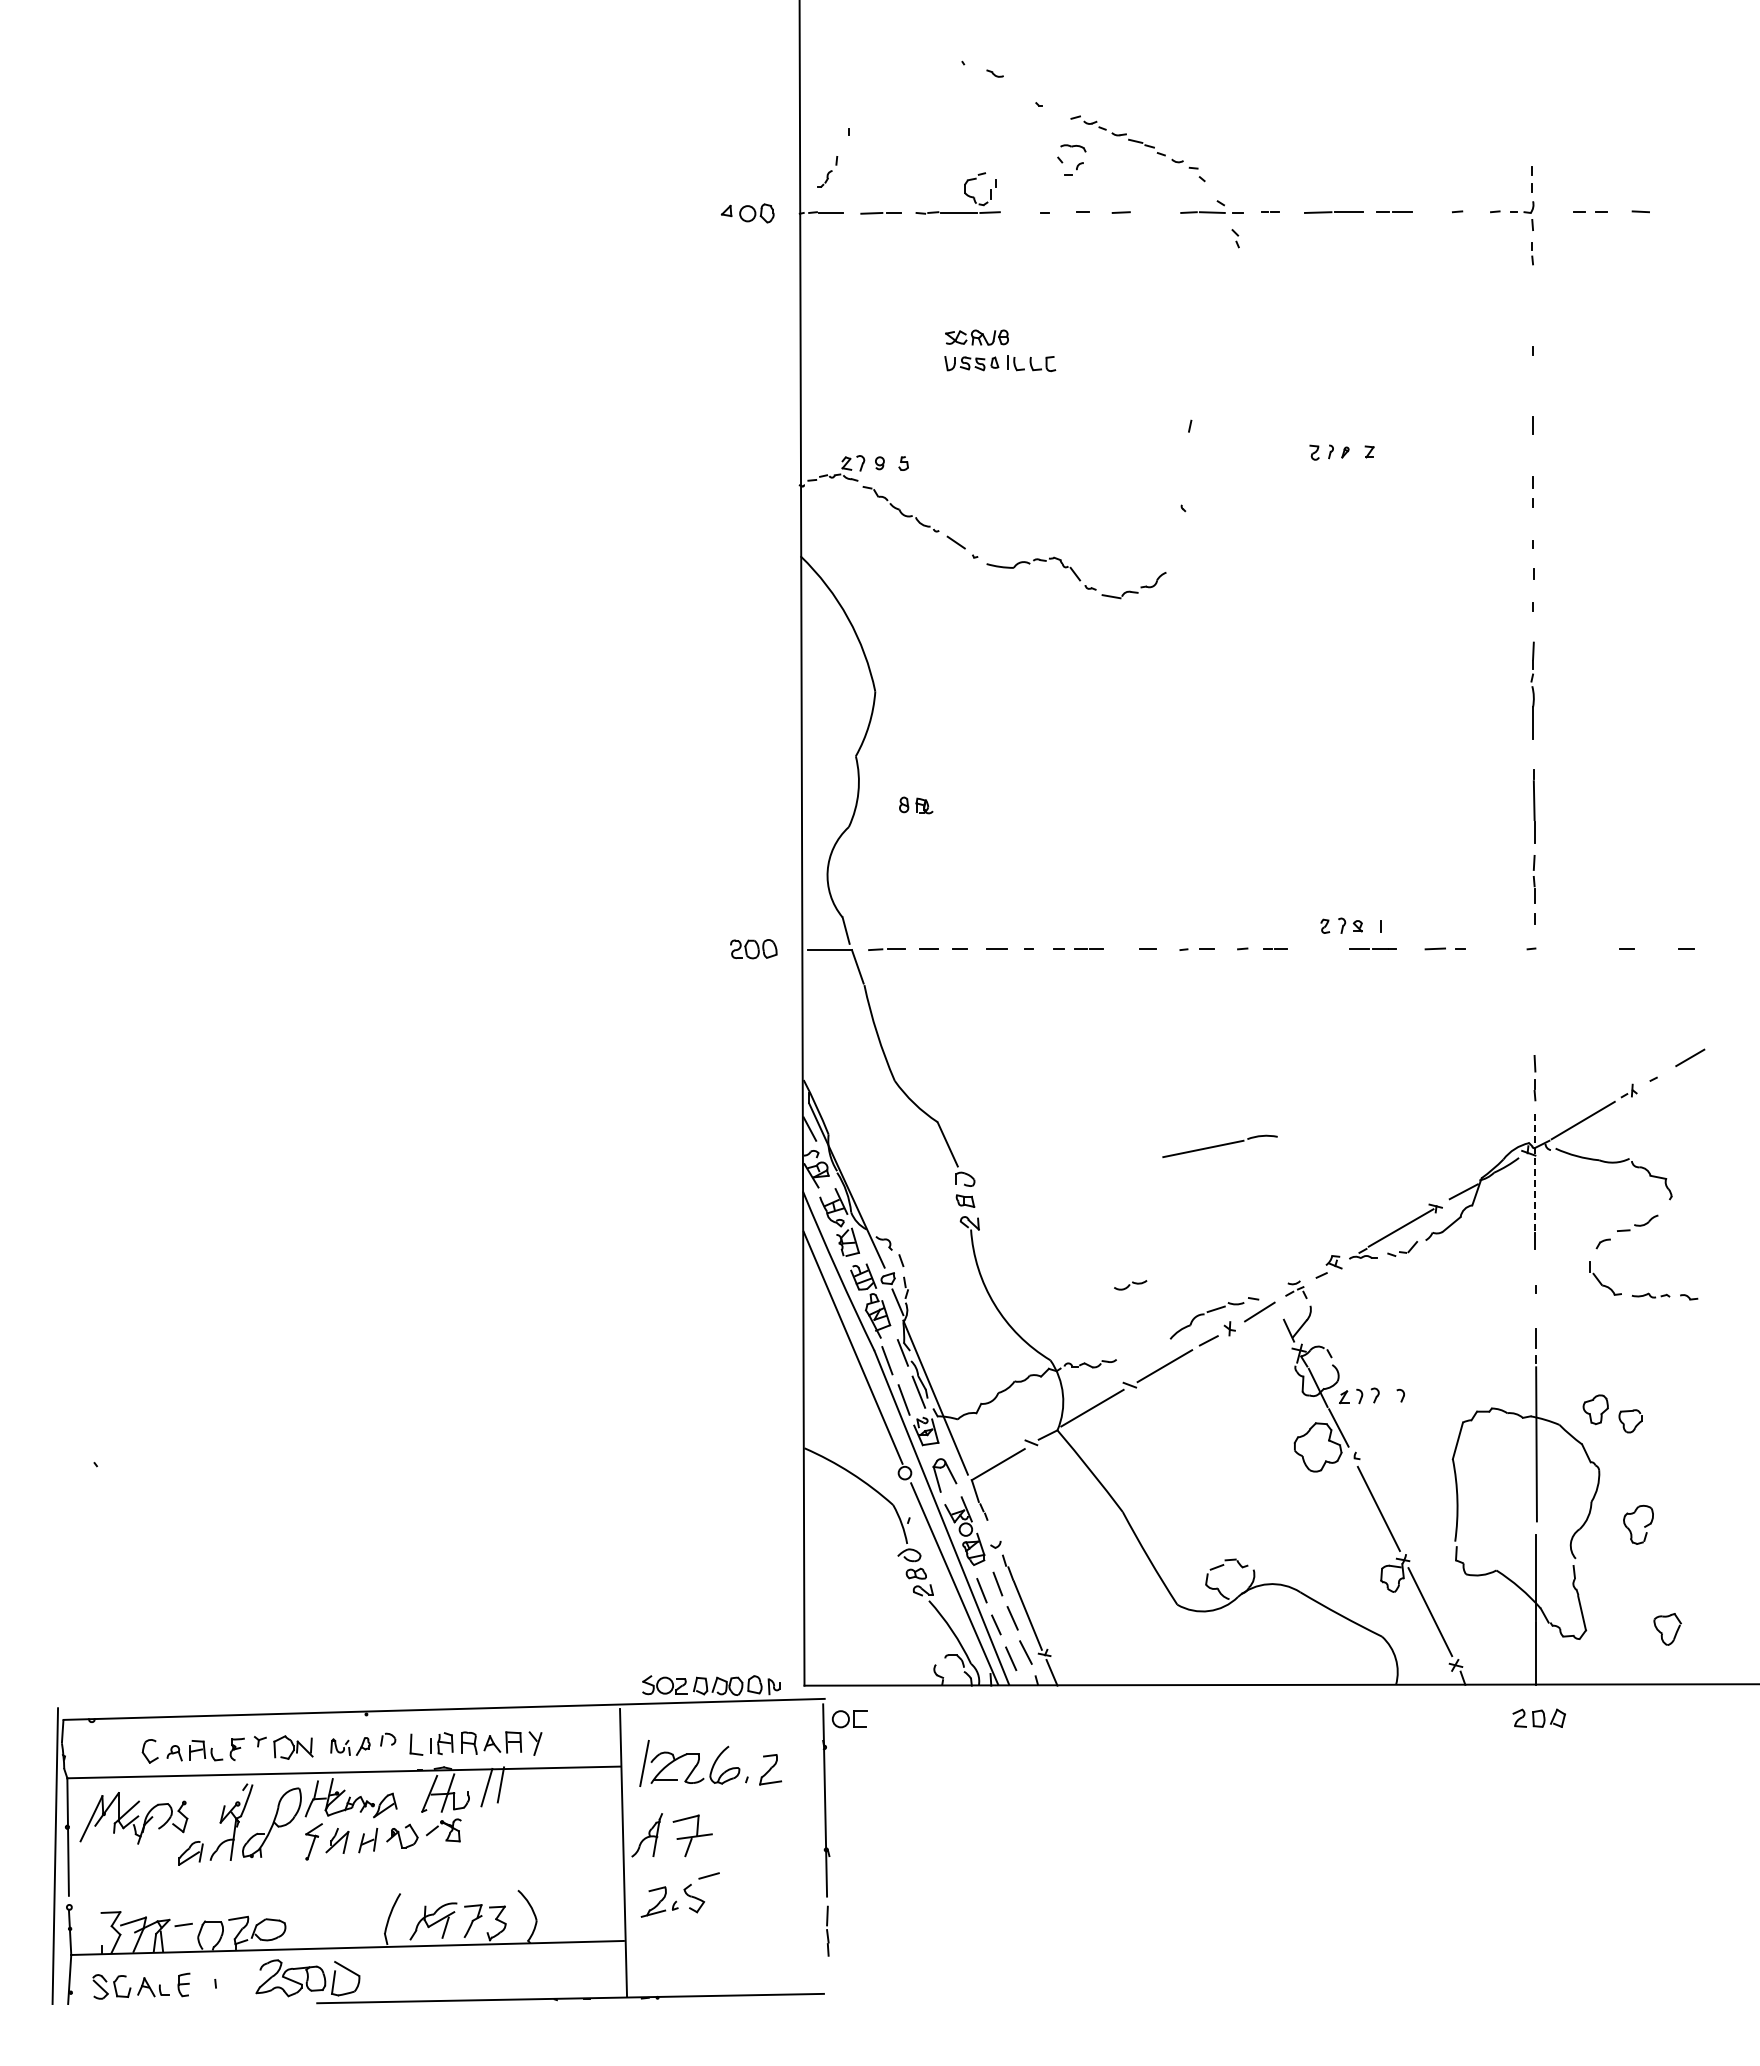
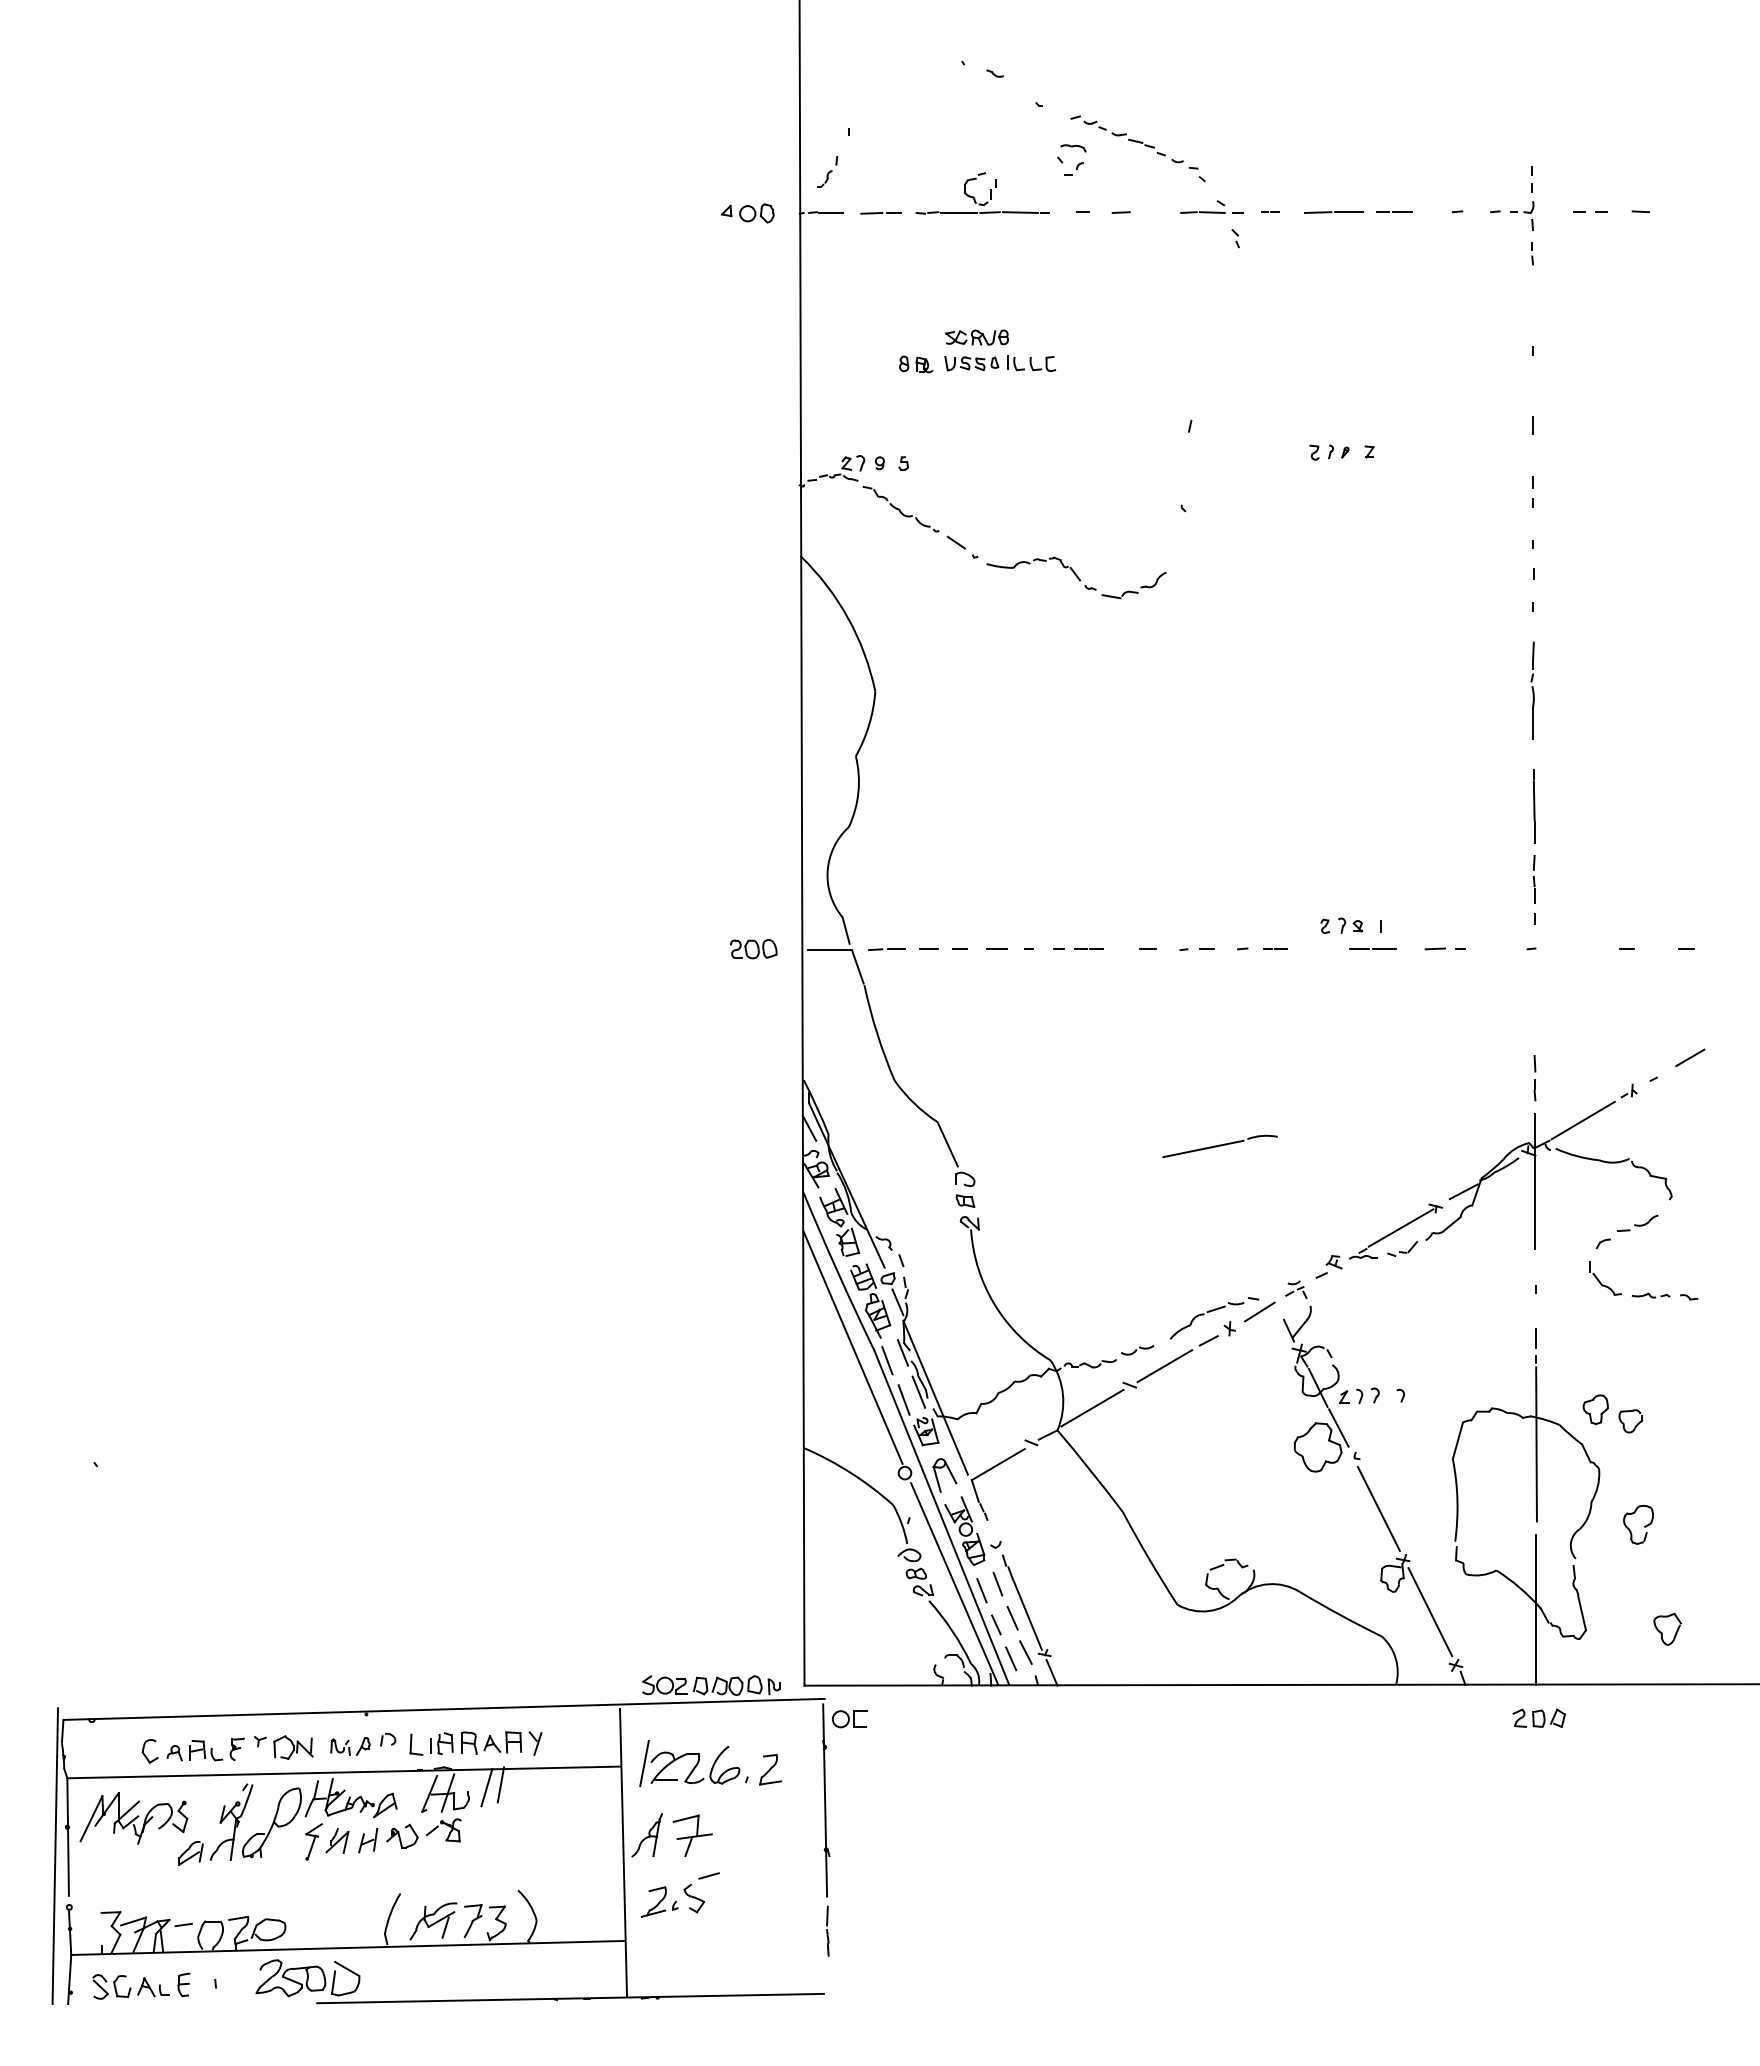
line at (1020, 212): none -> present
part at (916, 805) position: (916, 805) -> (916, 364)
line at (1535, 1173): dashed -> solid
part at (1130, 1285) position: (1130, 1285) -> (1137, 1350)
